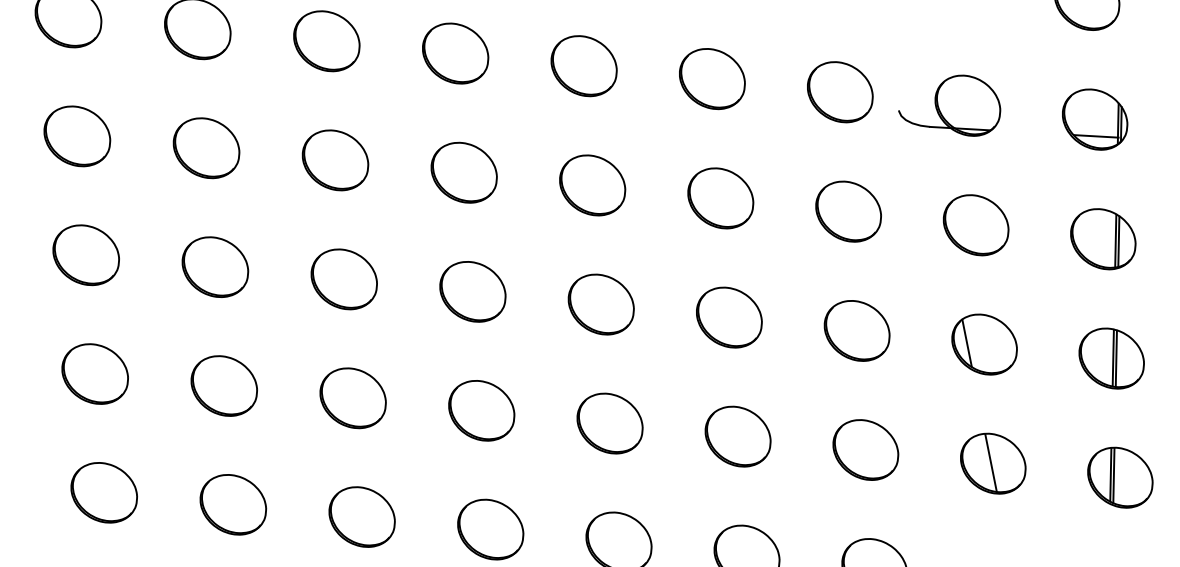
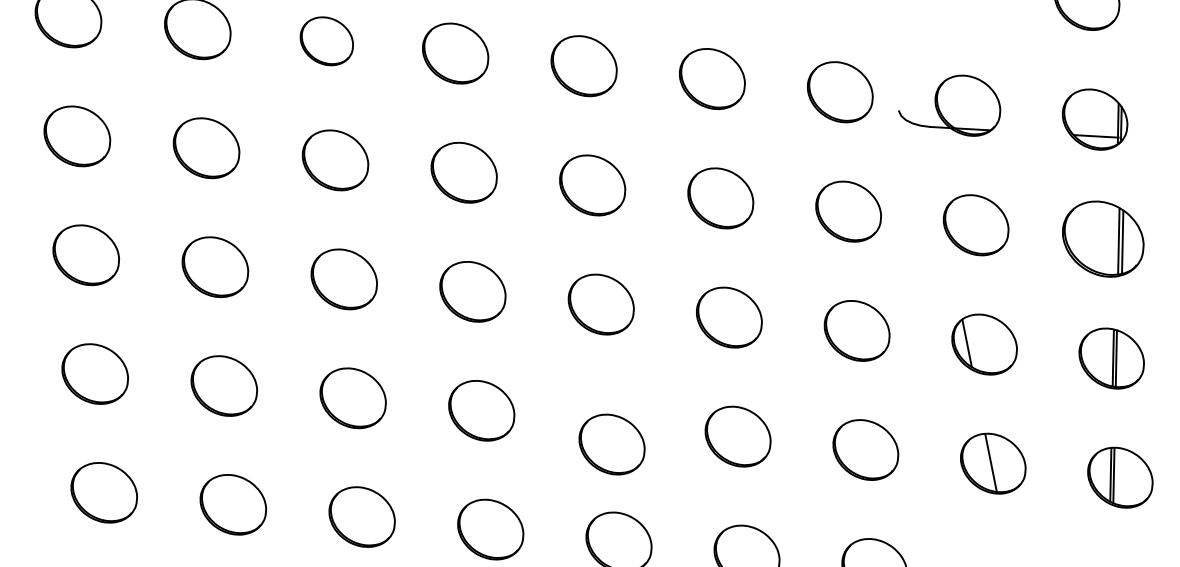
part at (326, 41) size: 68x63 px -> 55x51 px
part at (1103, 239) size: 67x63 px -> 83x78 px
part at (609, 423) position: (609, 423) -> (611, 444)
